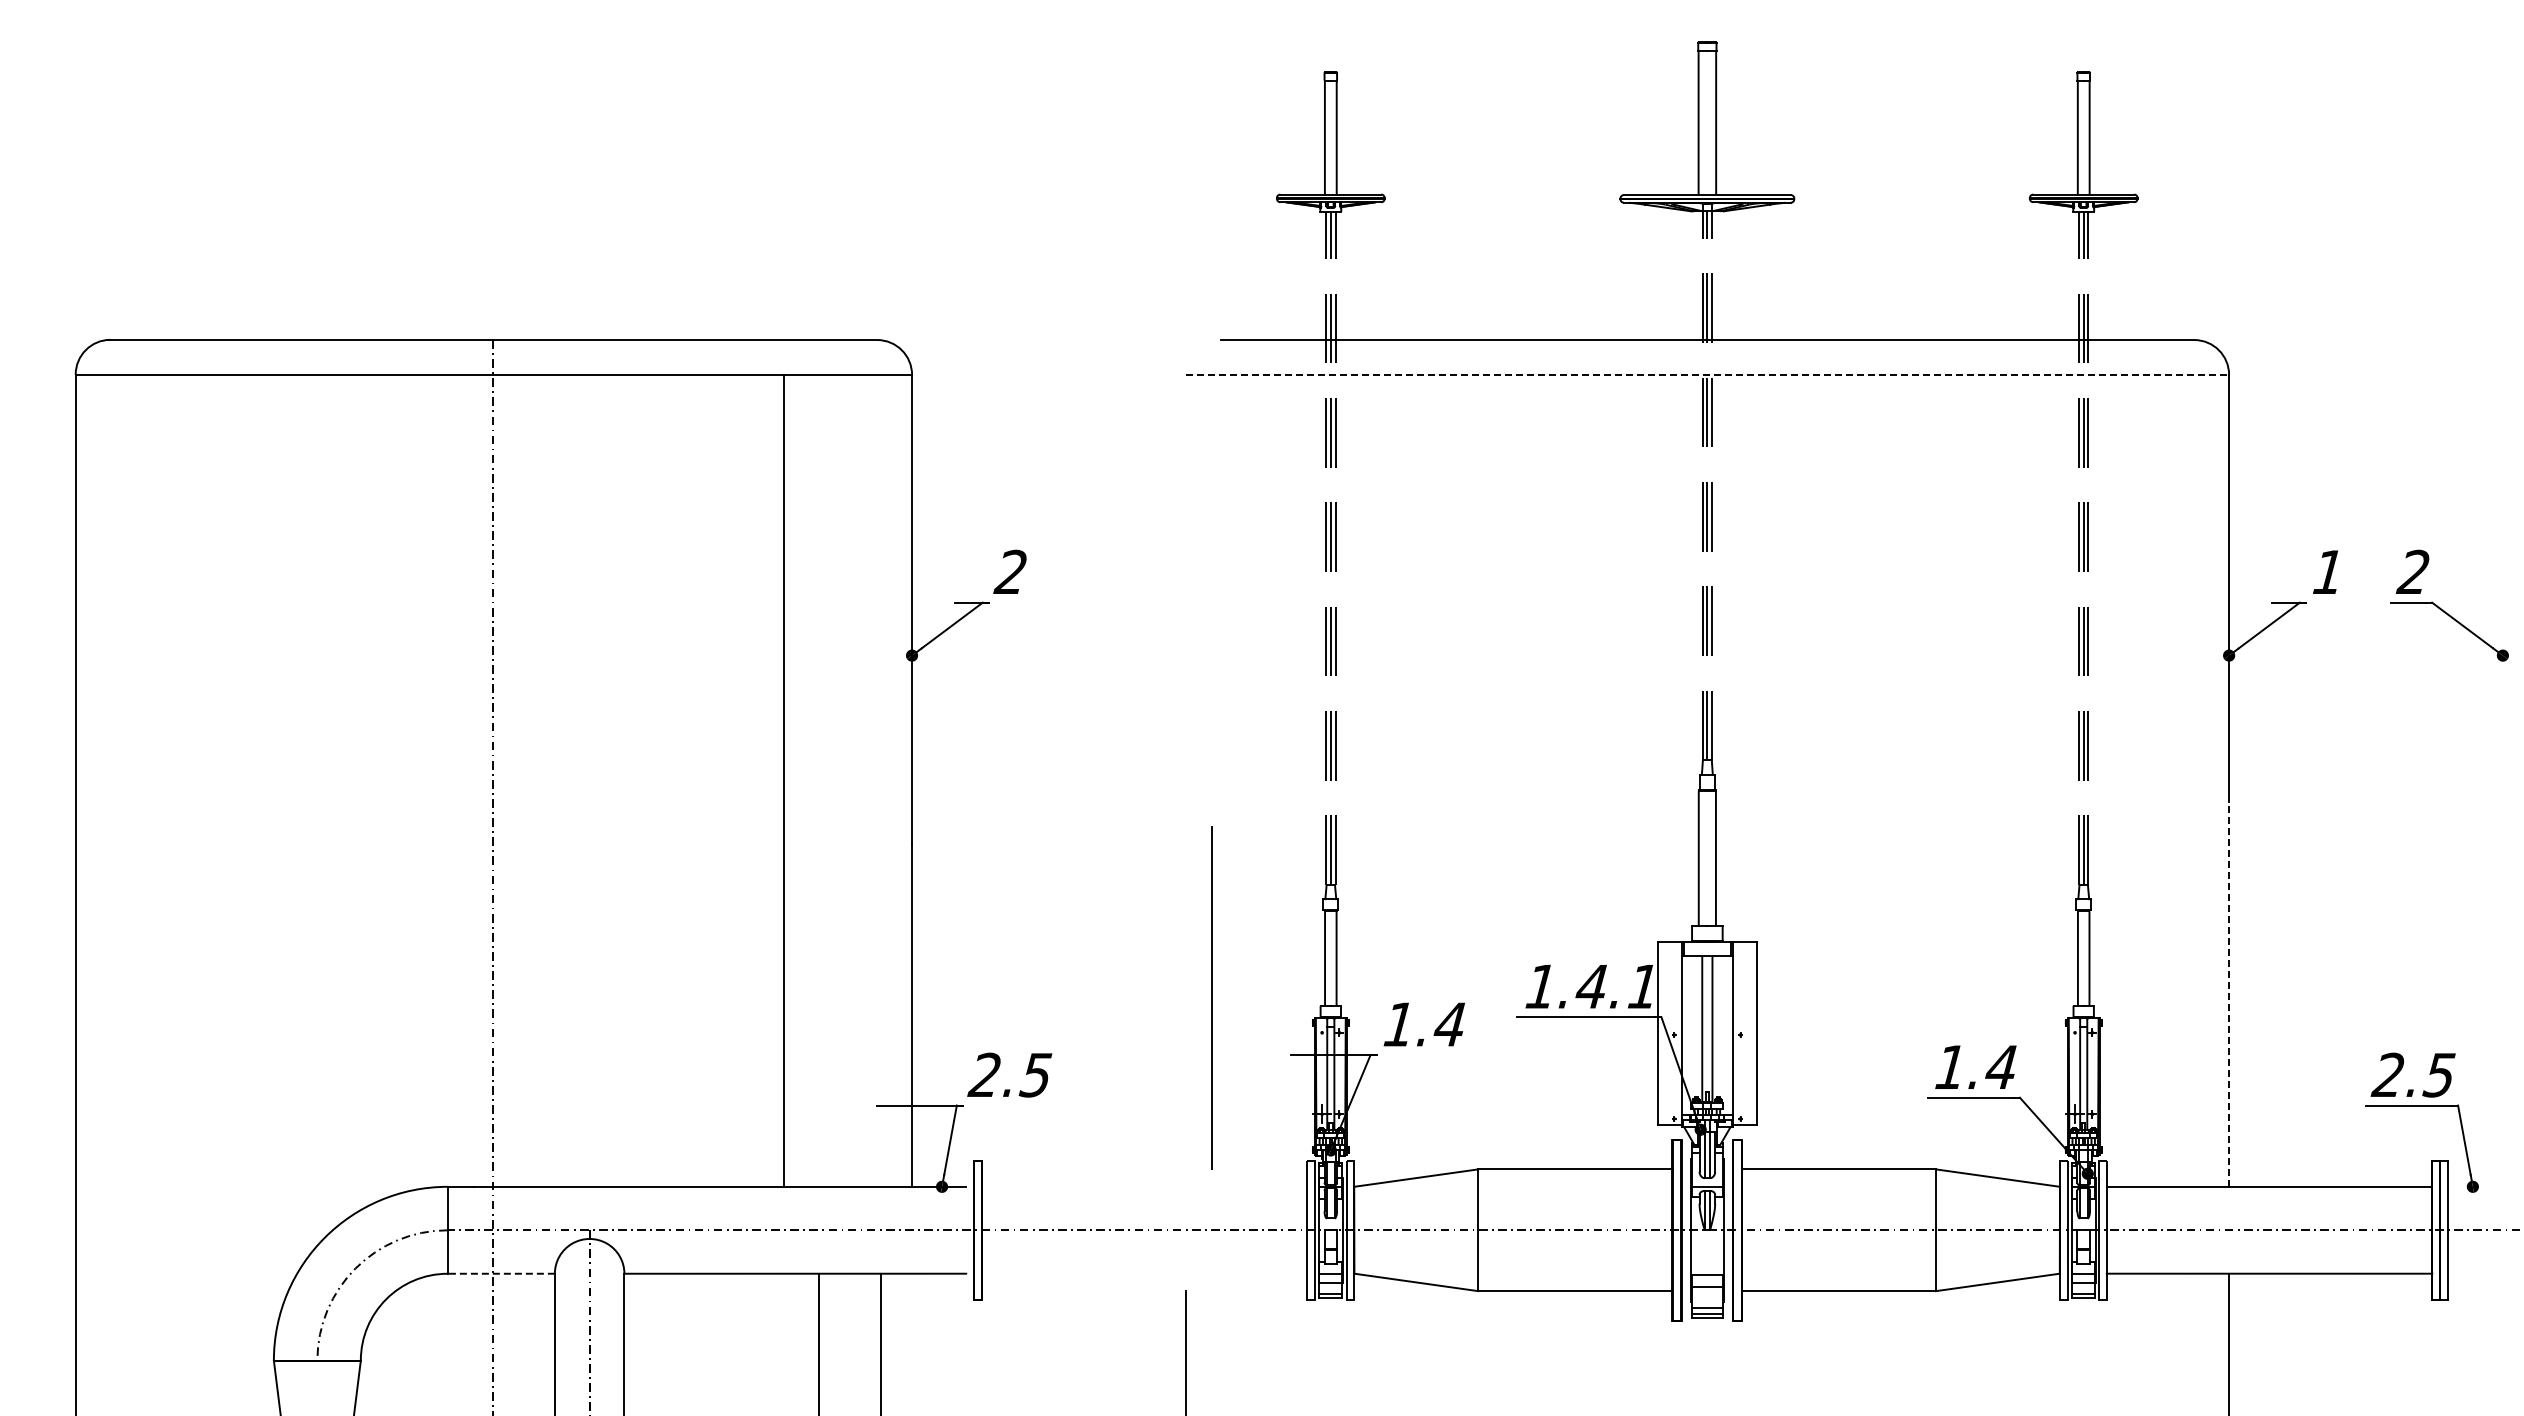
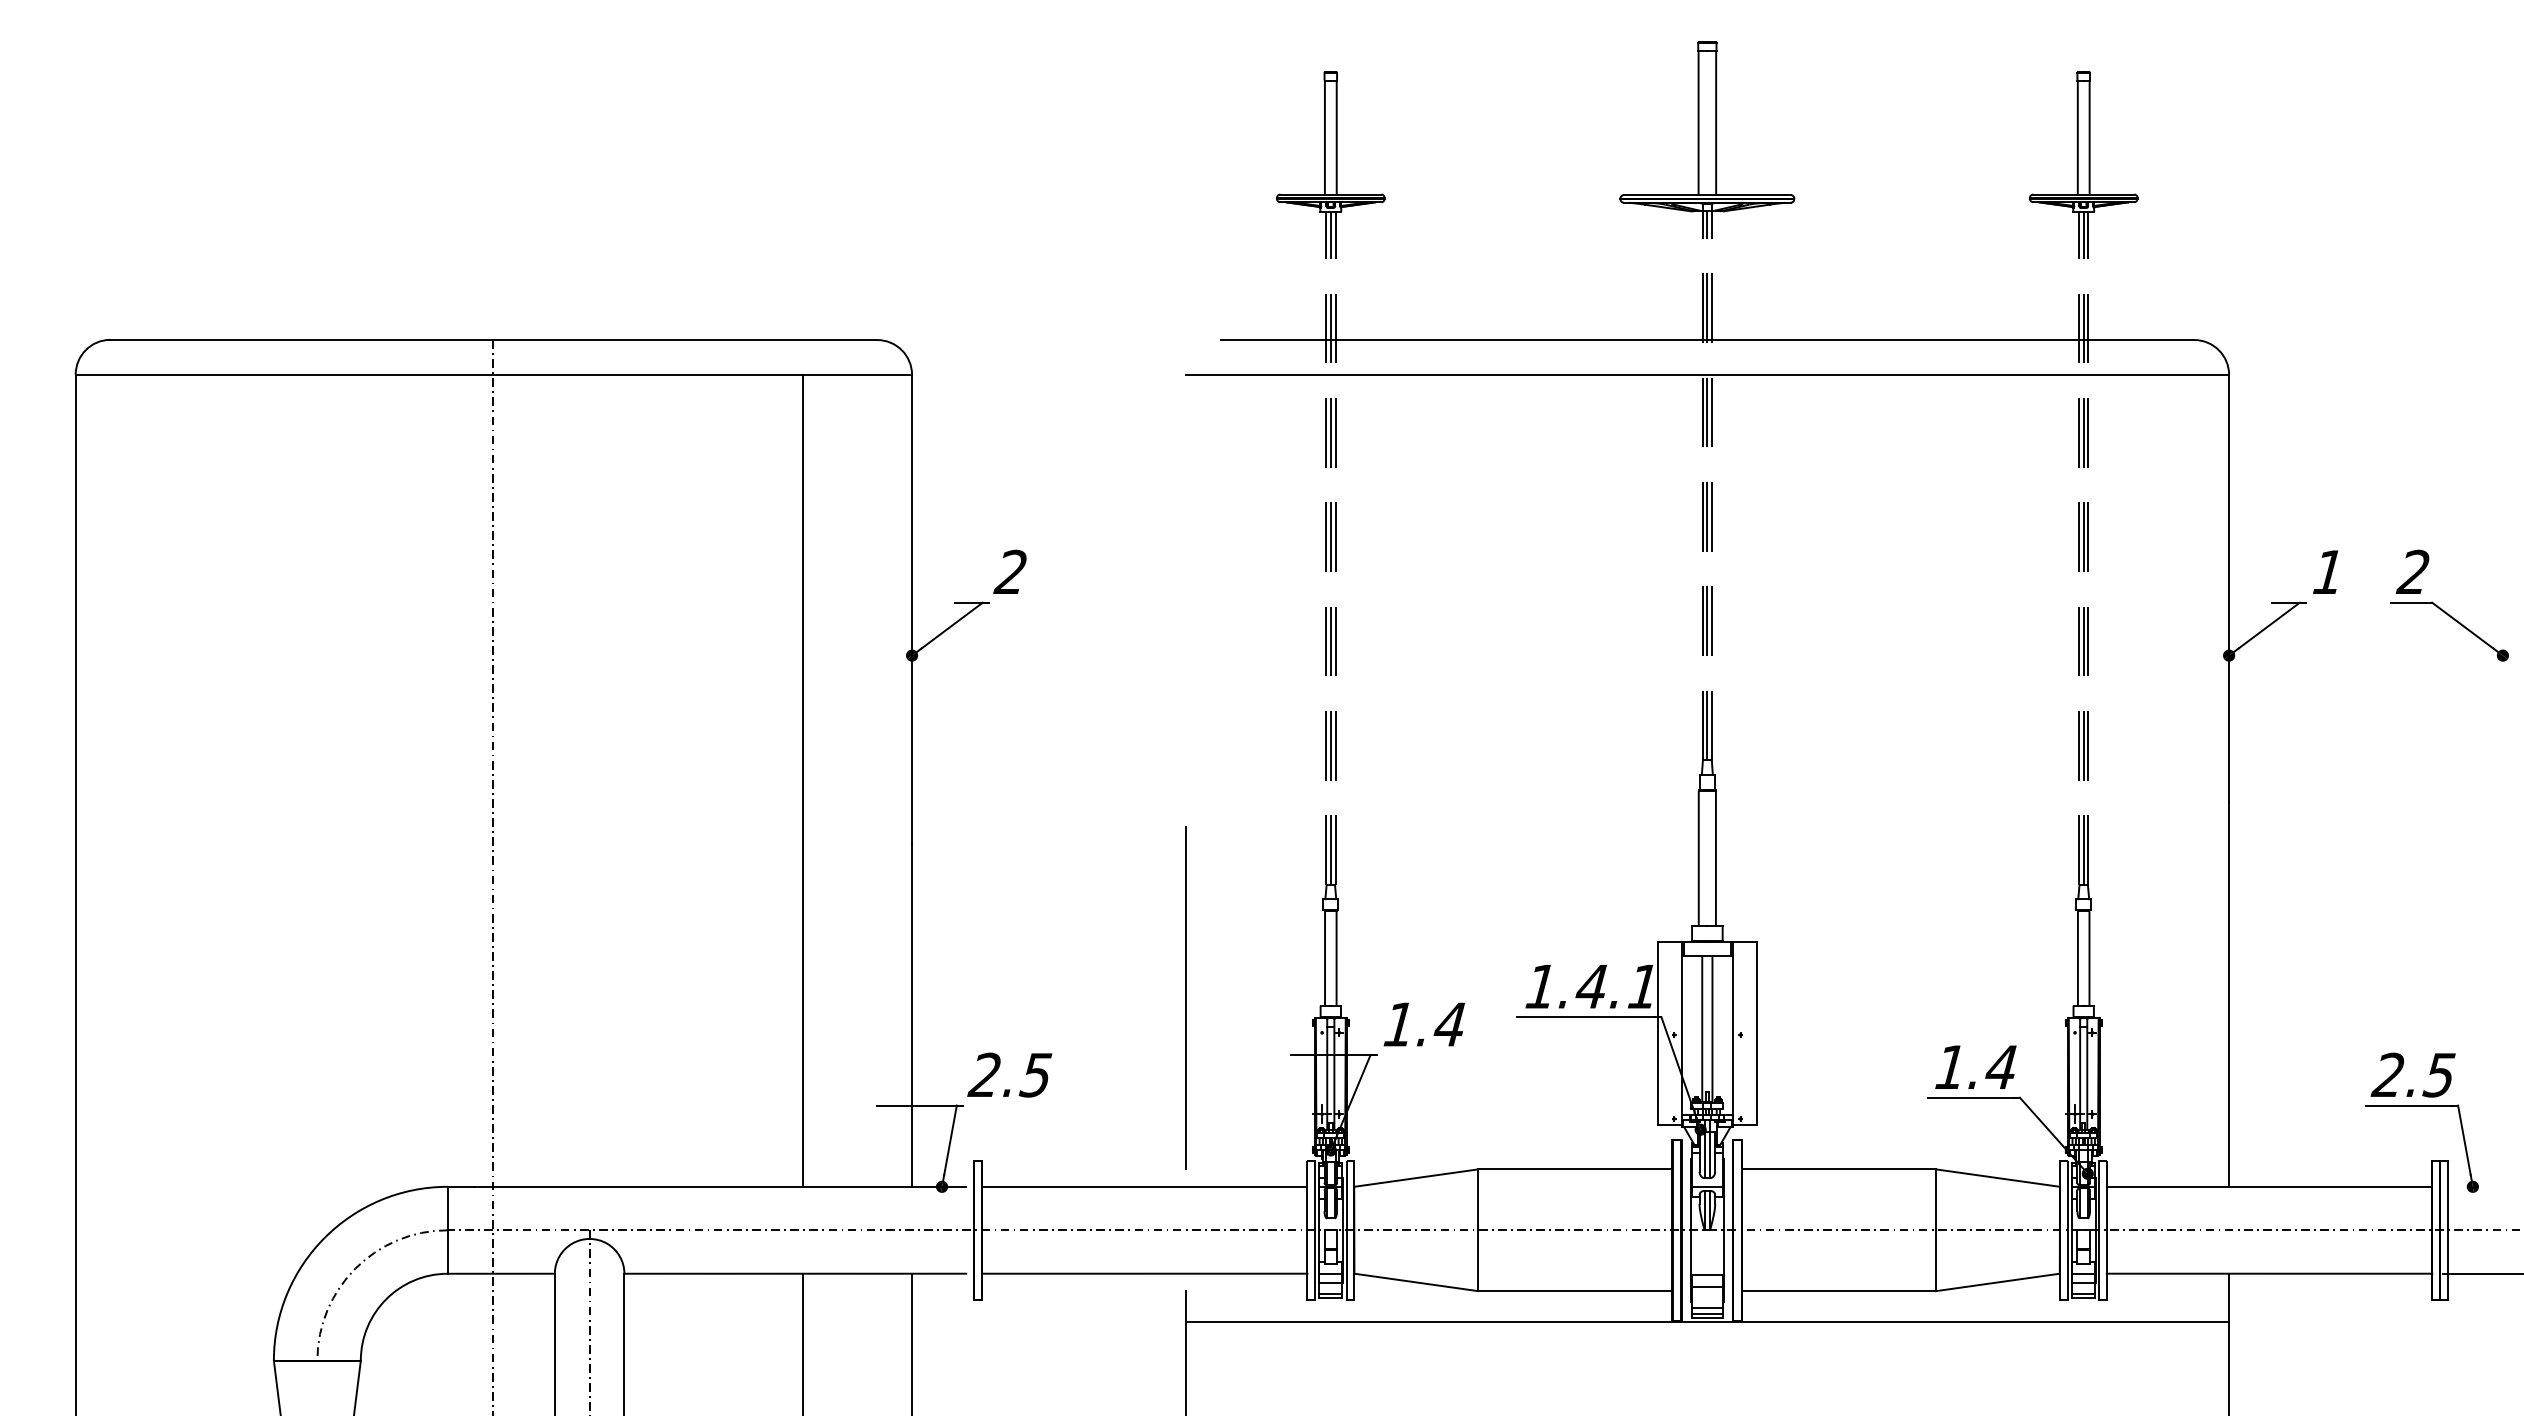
line at (1707, 374): dashed -> solid
line at (783, 780) position: (783, 780) -> (802, 780)
line at (2229, 994): dashed -> solid
line at (1211, 997) position: (1211, 997) -> (1185, 997)
line at (1144, 1186): none -> present
line at (501, 1273): dashed -> solid
line at (1144, 1273): none -> present
line at (2481, 1273): none -> present
line at (1707, 1321): none -> present
line at (818, 1342) position: (818, 1342) -> (802, 1342)
line at (881, 1342) position: (881, 1342) -> (912, 1342)
